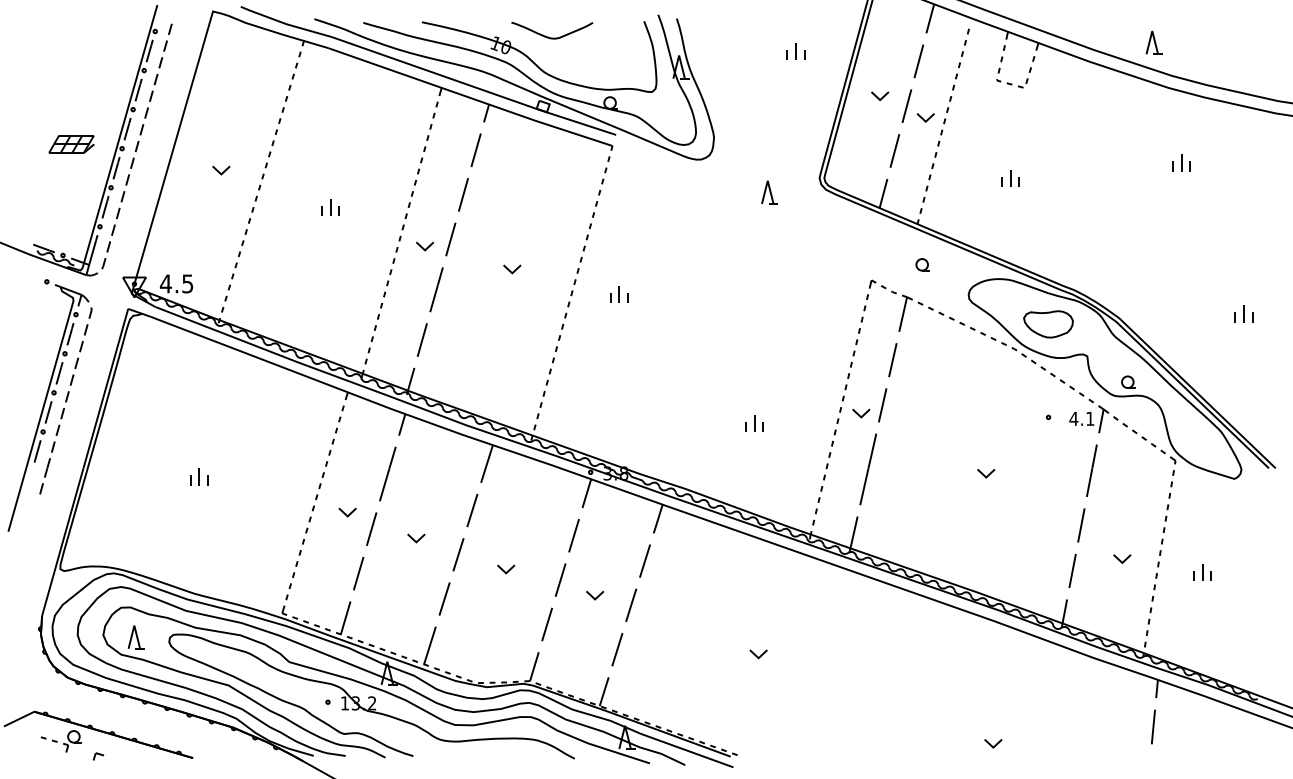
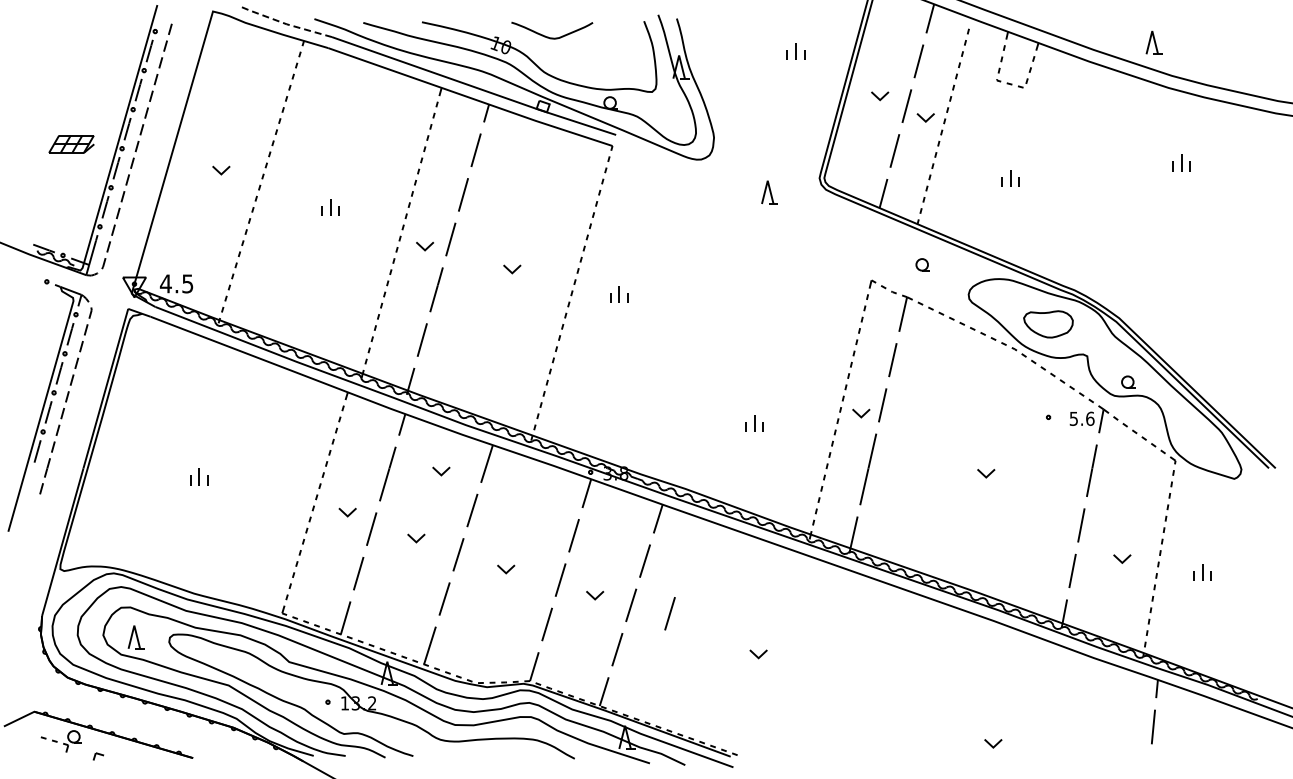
line at (285, 23): solid -> dashed
part at (1243, 313): present -> none
text at (1081, 418): 4.1 -> 5.6
part at (441, 471): none -> present
line at (669, 613): none -> present
